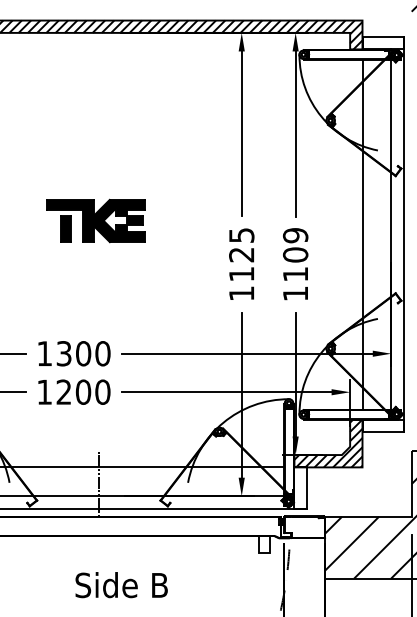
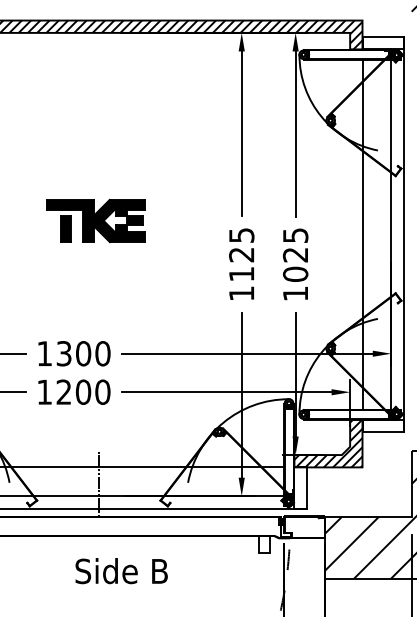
text at (295, 254): 1109 -> 1025
text at (121, 585) position: (121, 585) -> (121, 571)
